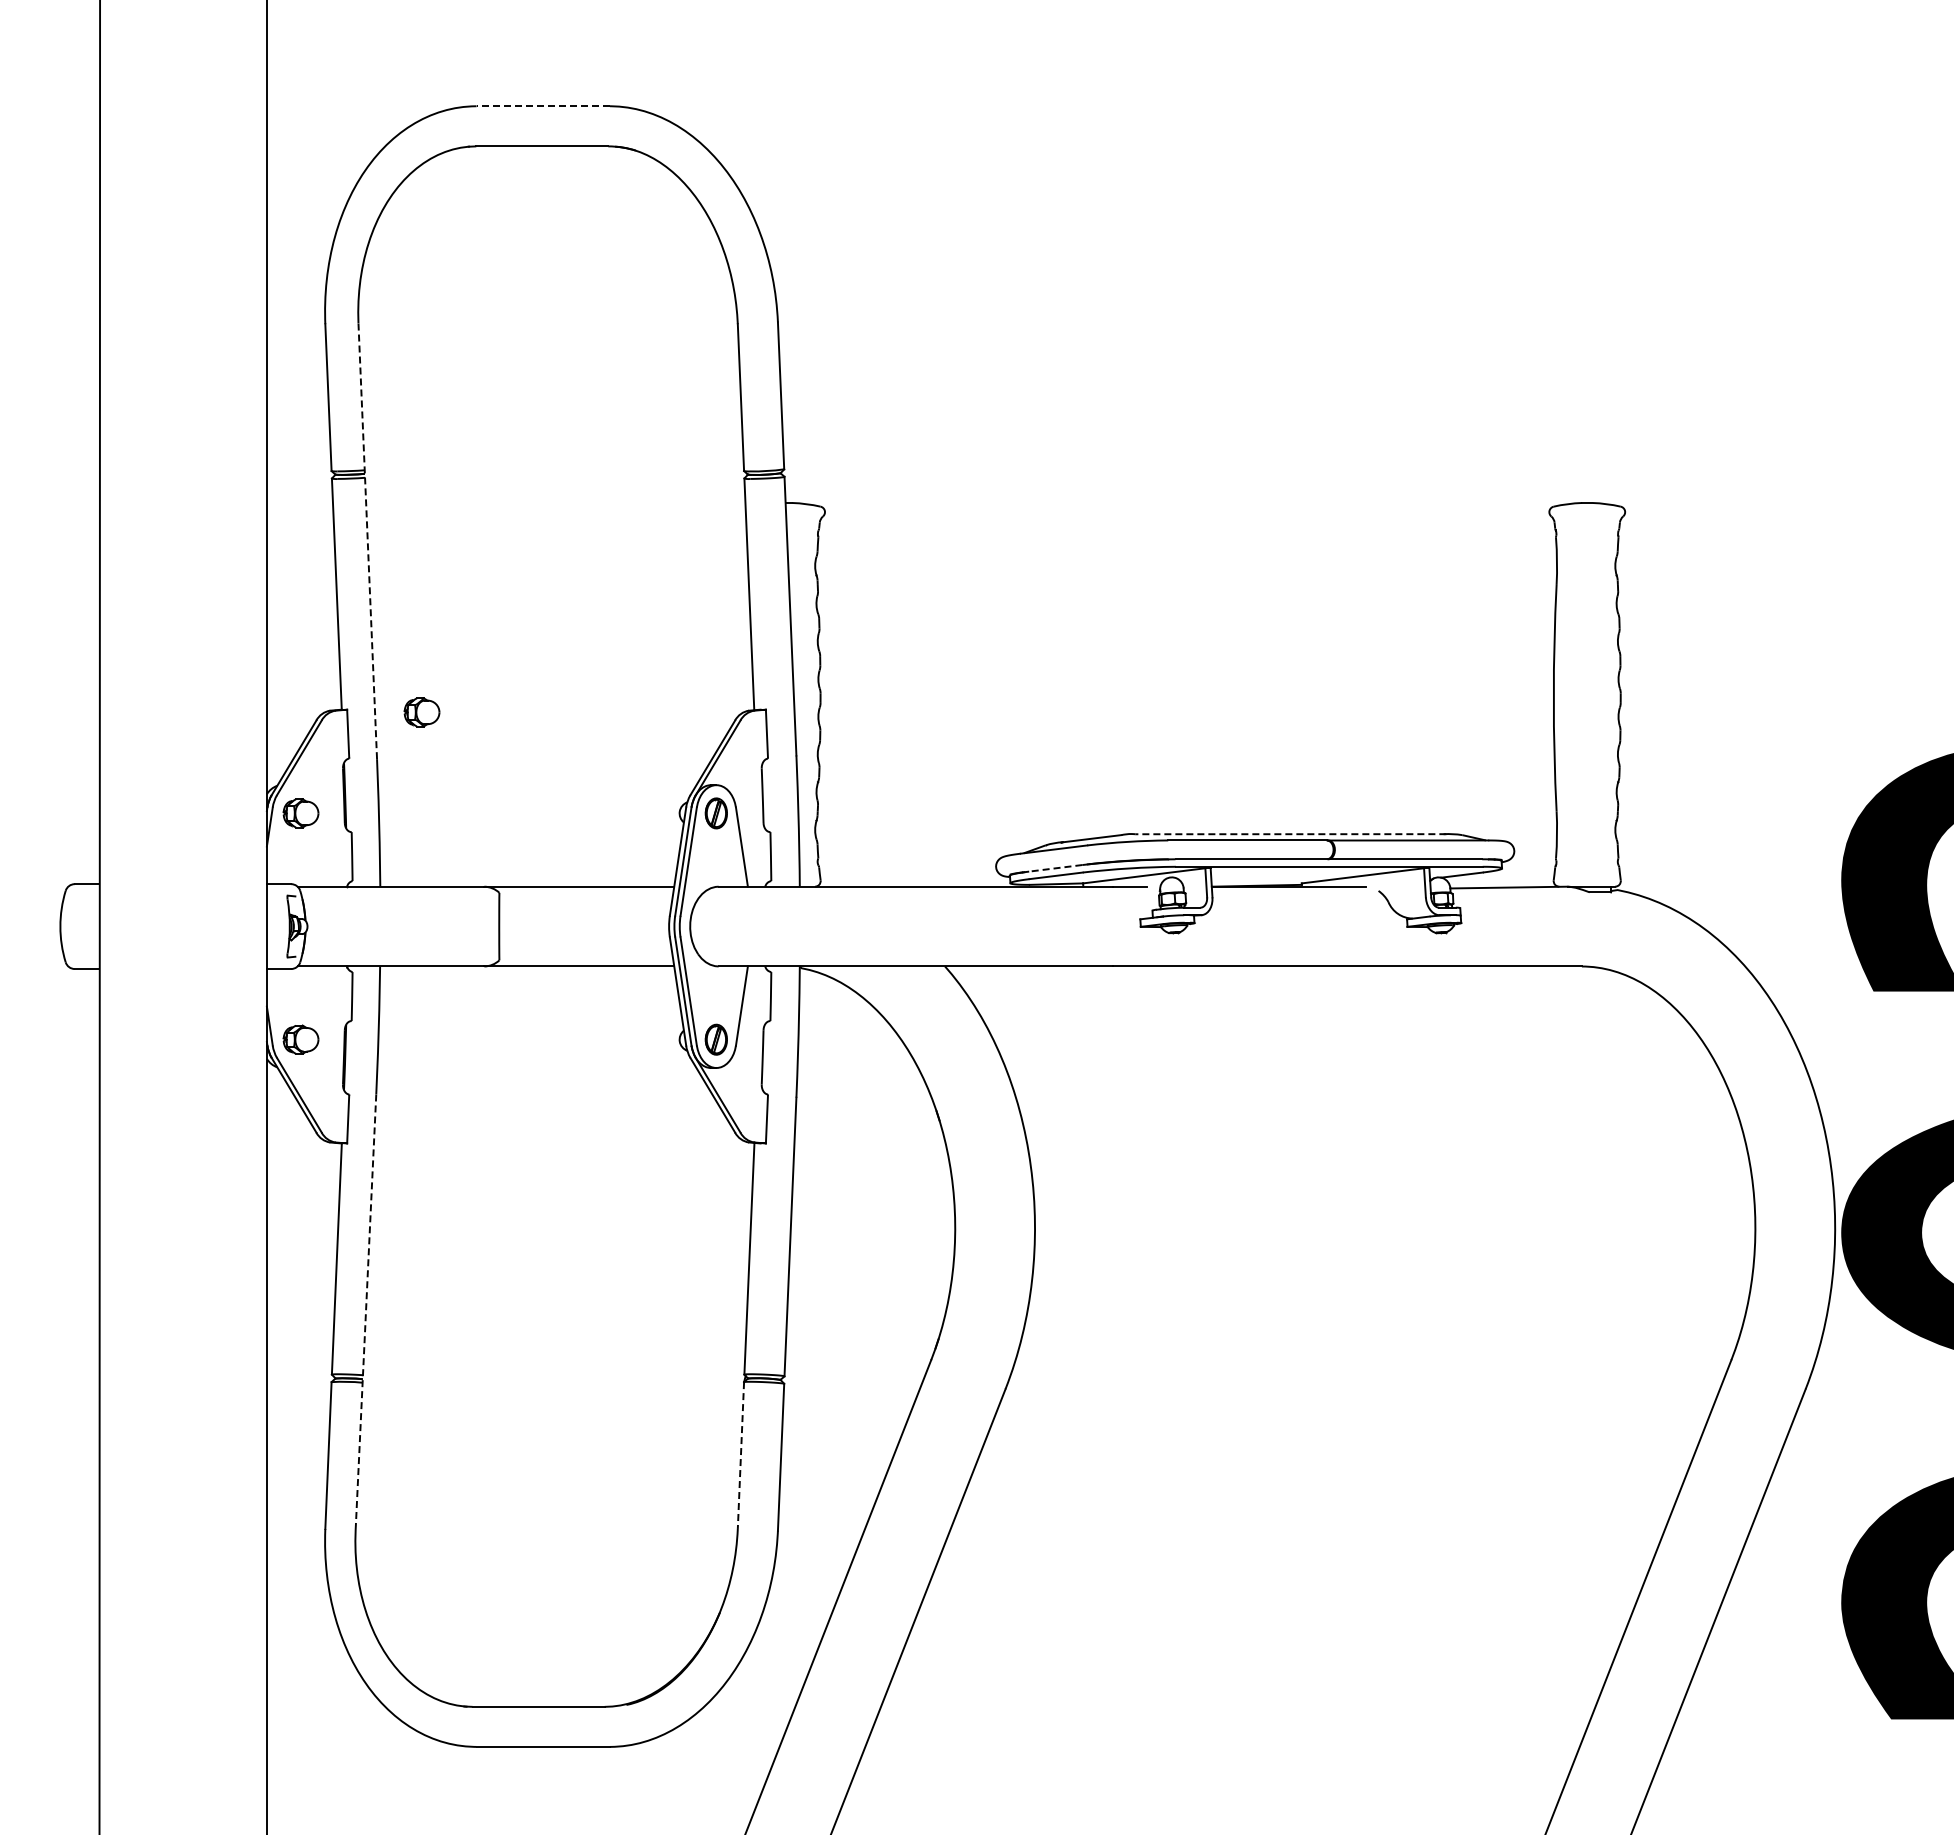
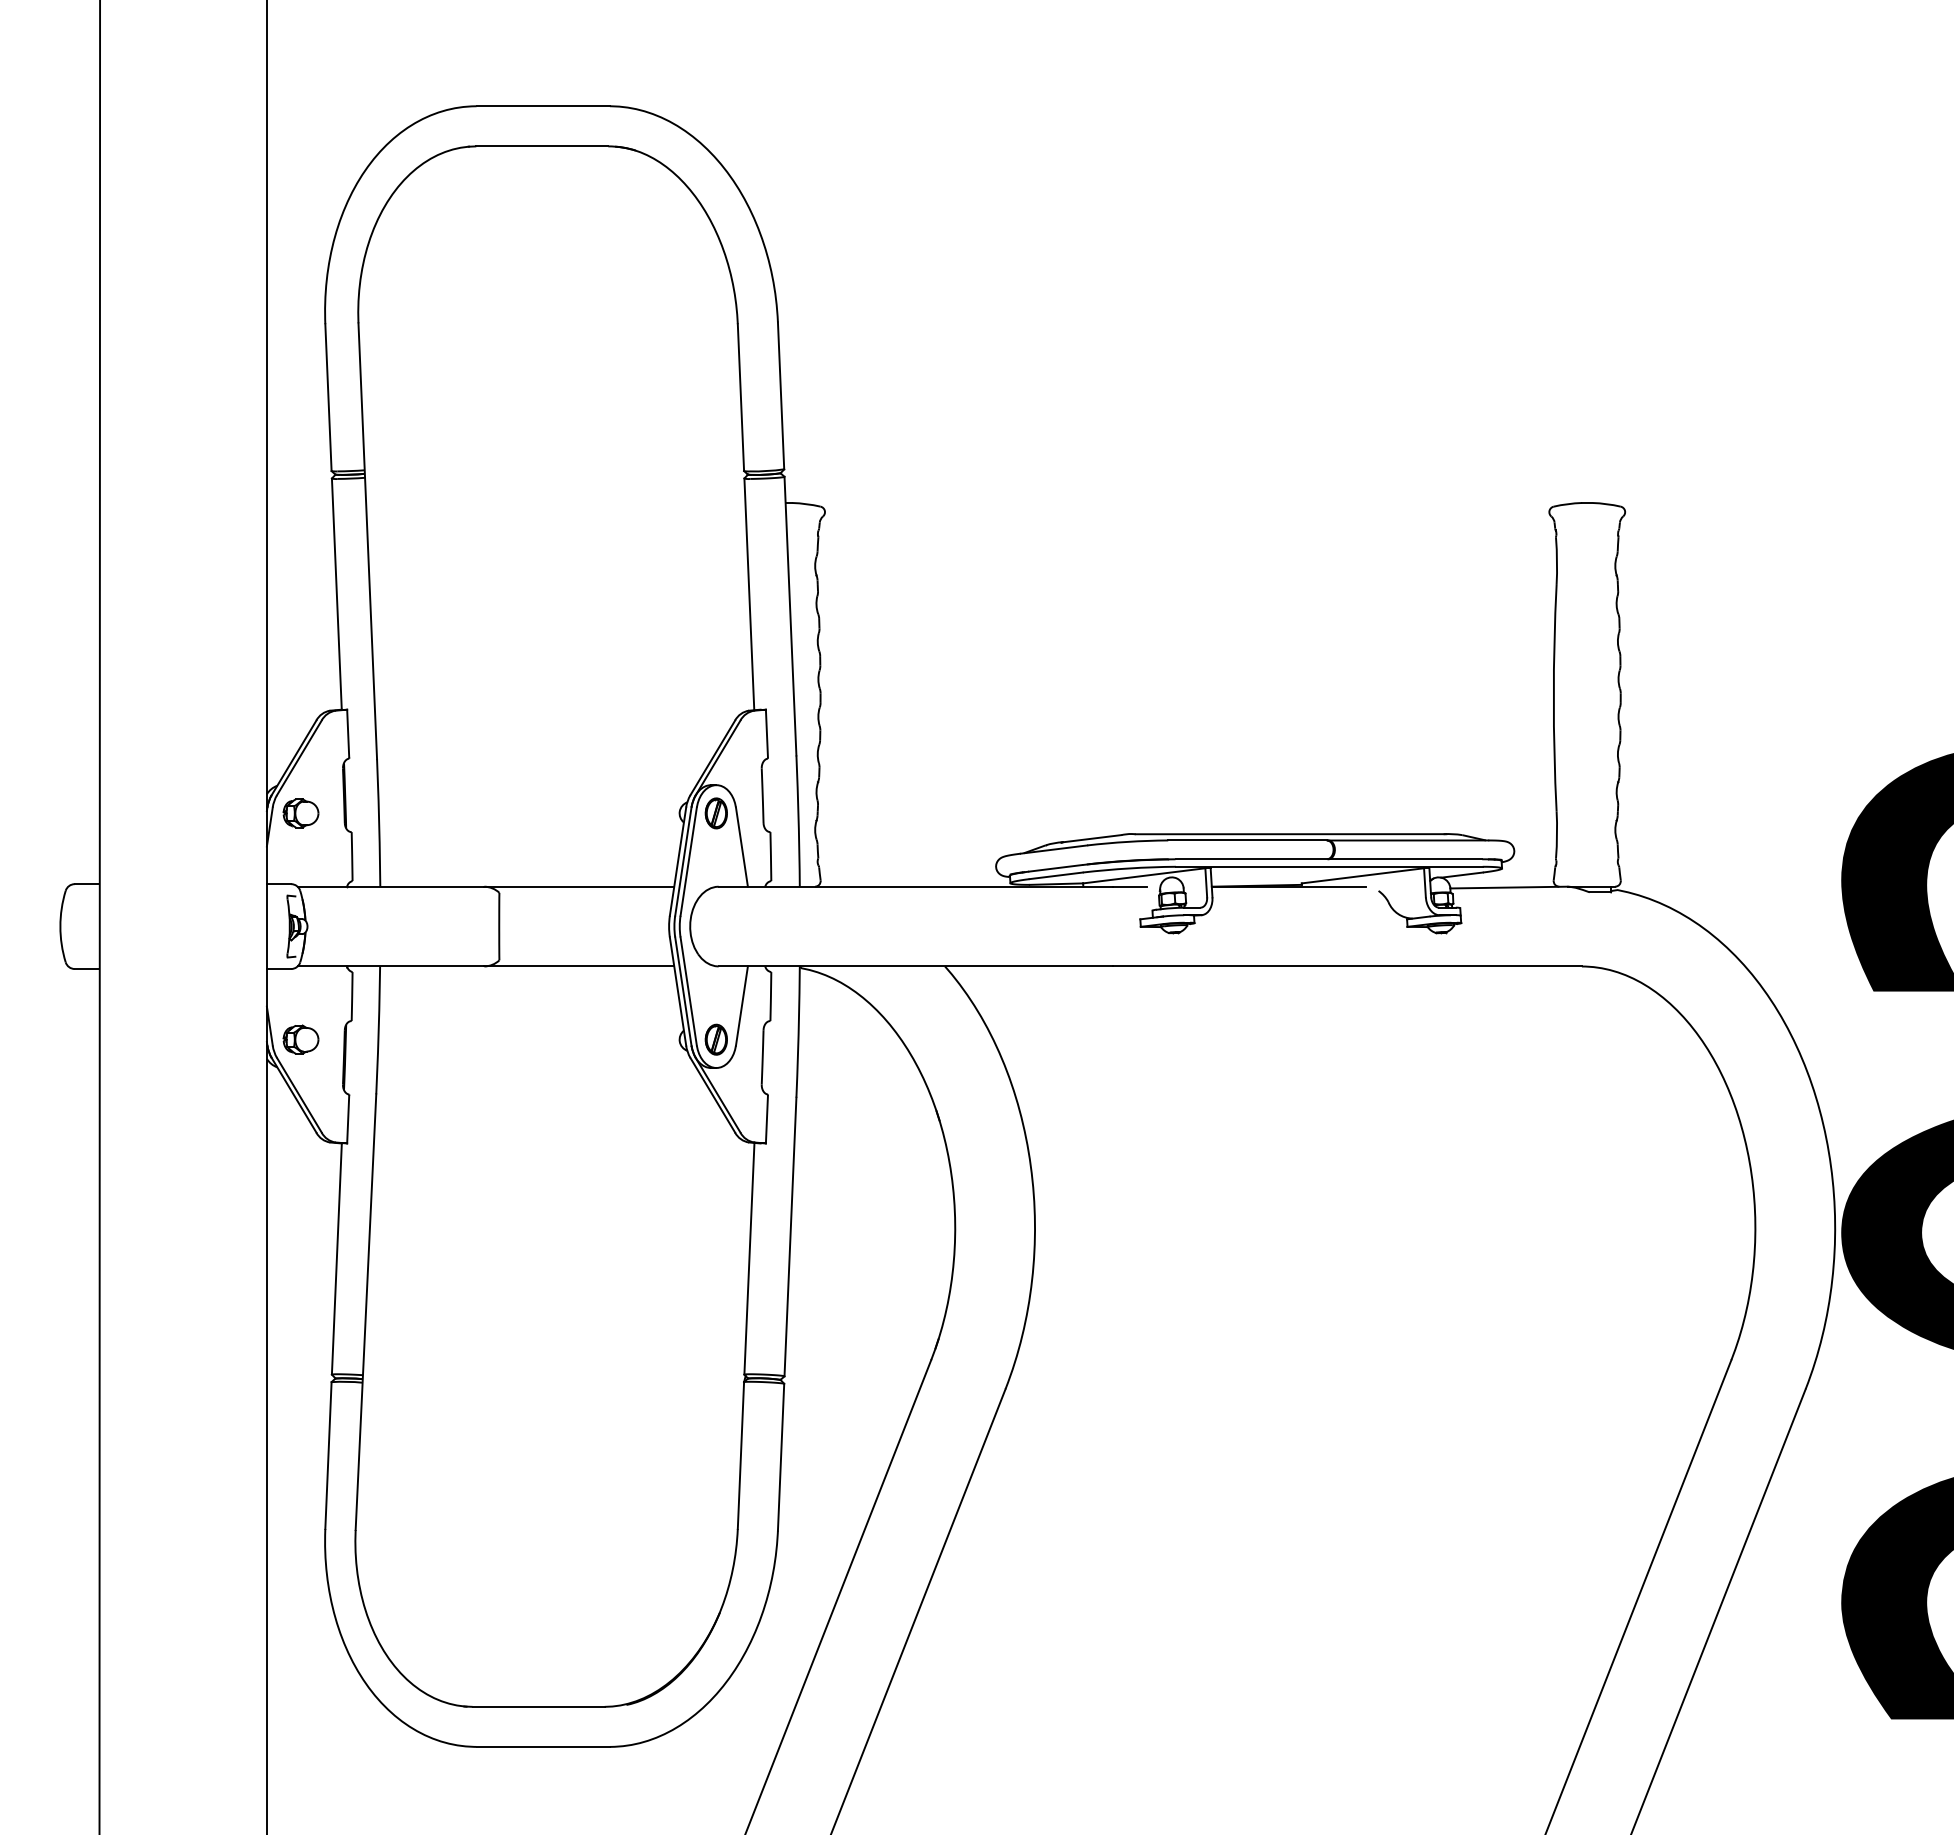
line at (543, 106): dashed -> solid
line at (367, 540): dashed -> solid
part at (421, 712): present -> none
line at (1290, 834): dashed -> solid
line at (1055, 868): dashed -> solid
line at (365, 1311): dashed -> solid
line at (740, 1456): dashed -> solid
